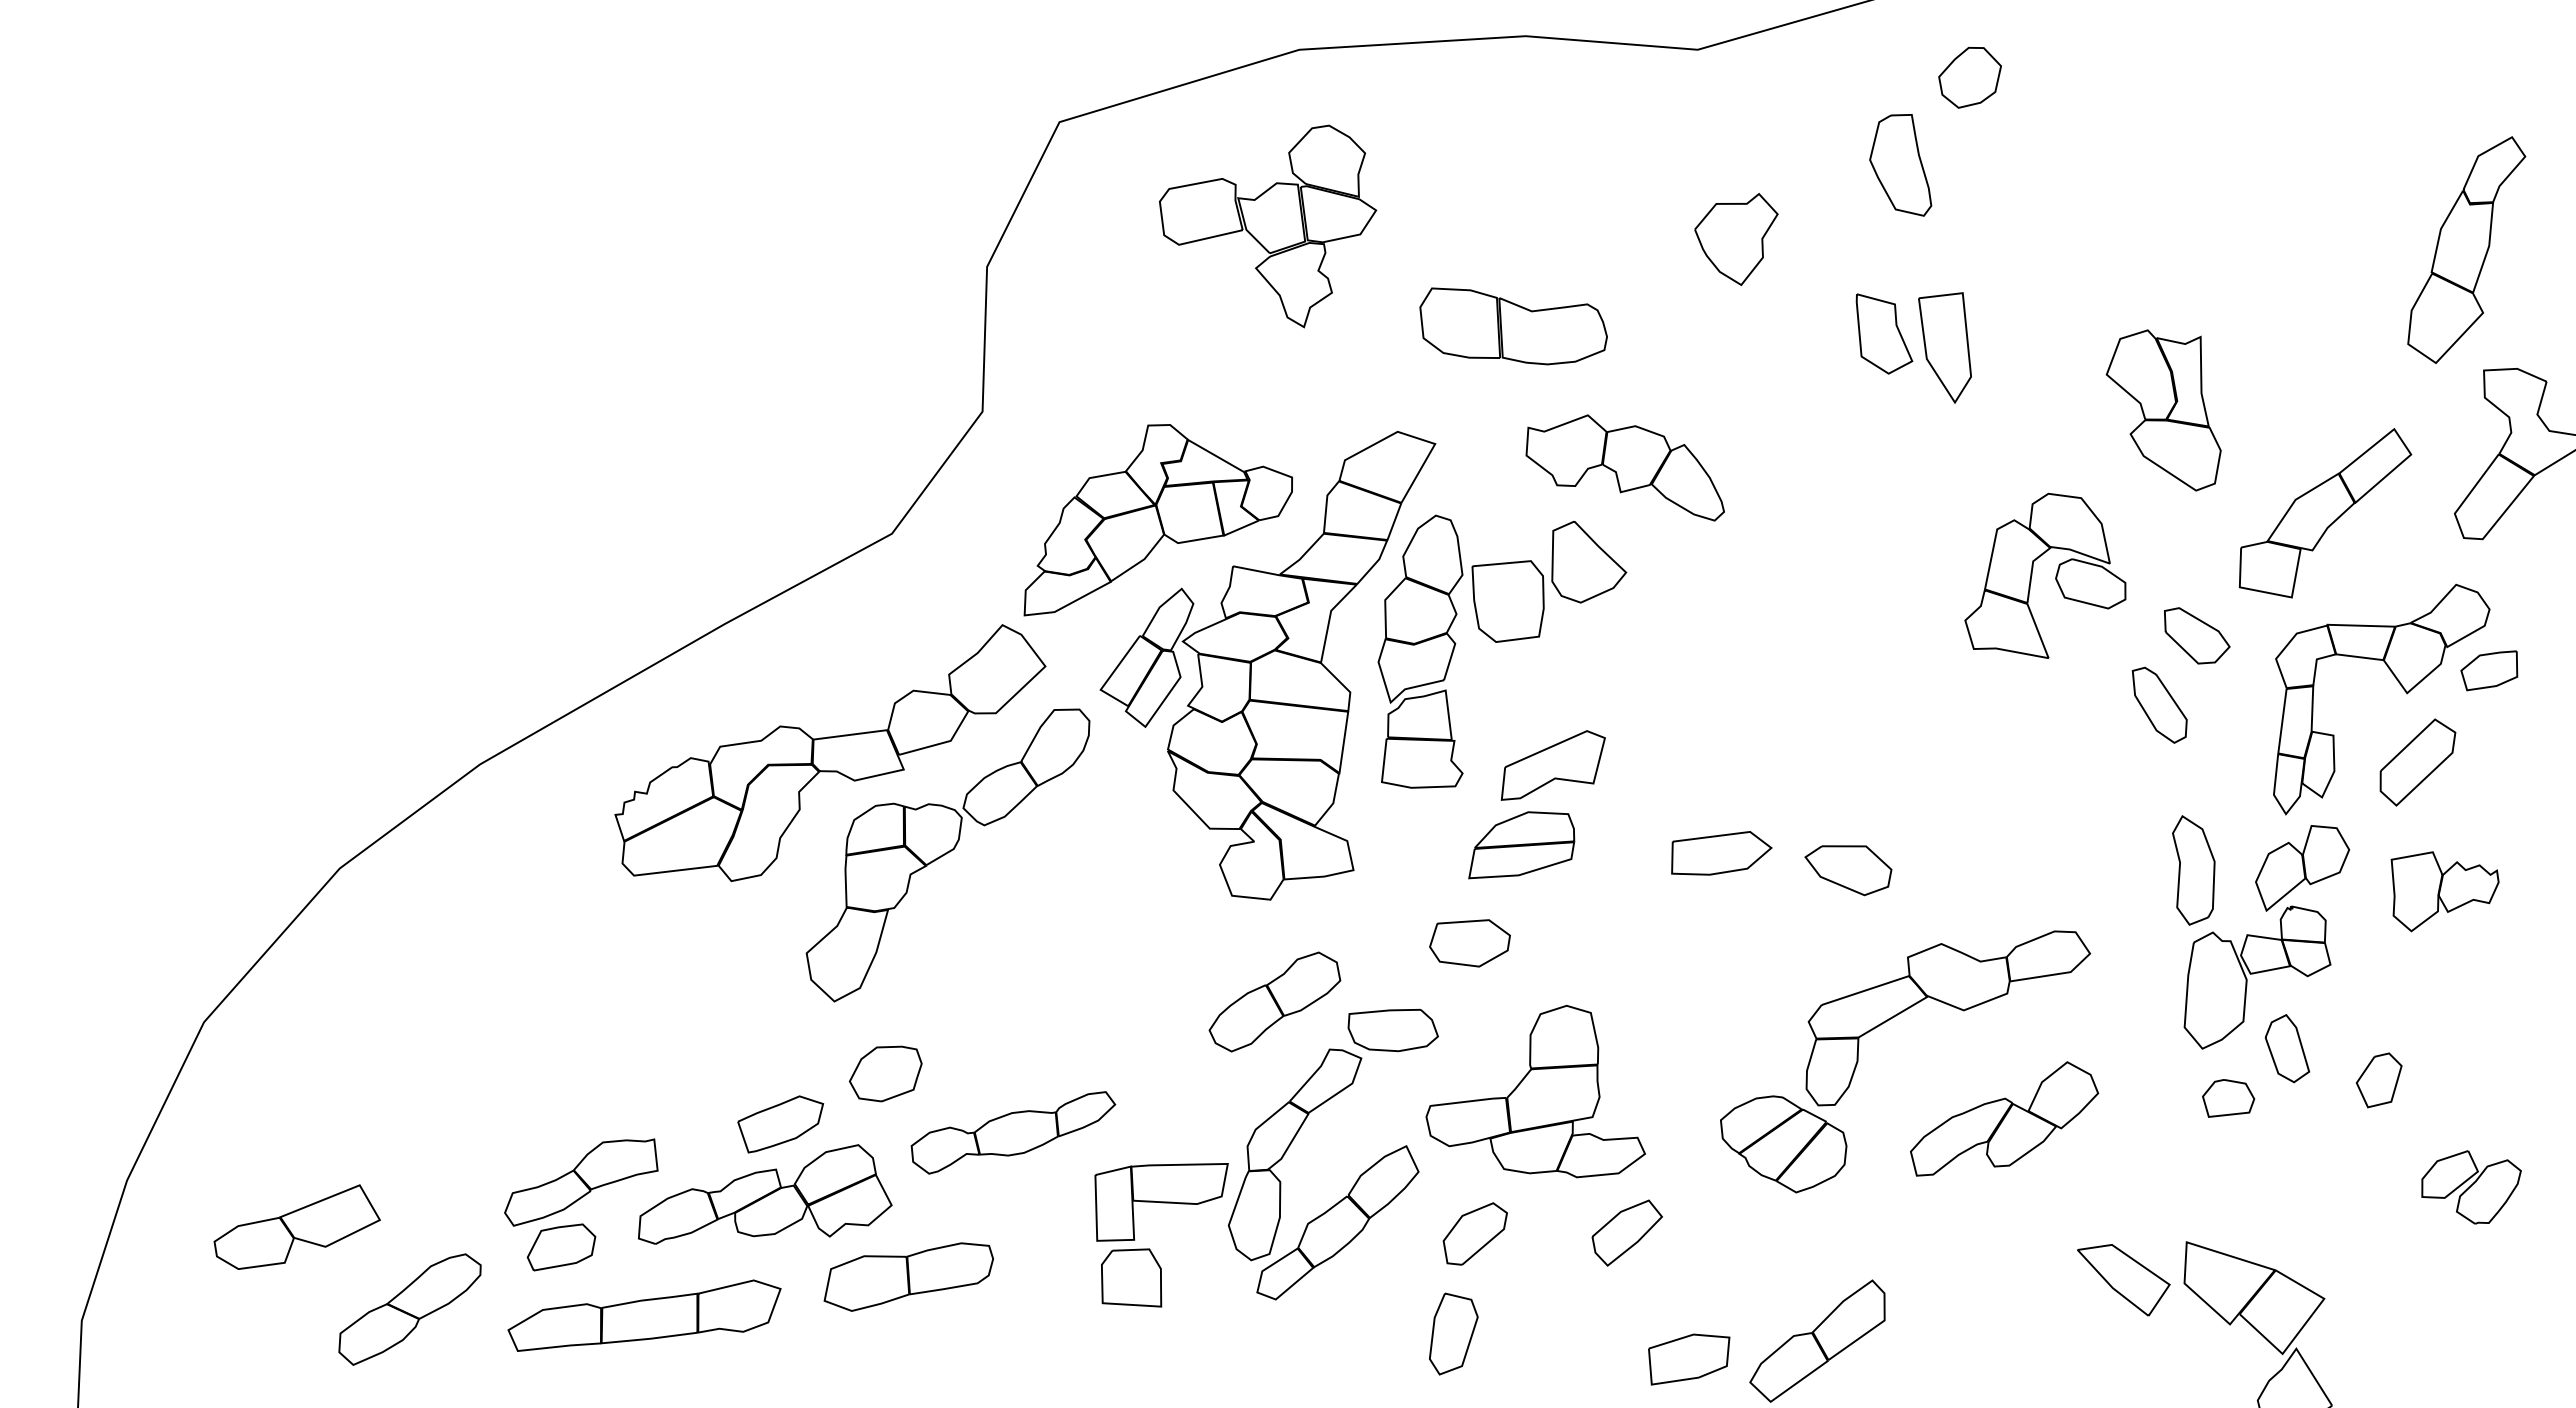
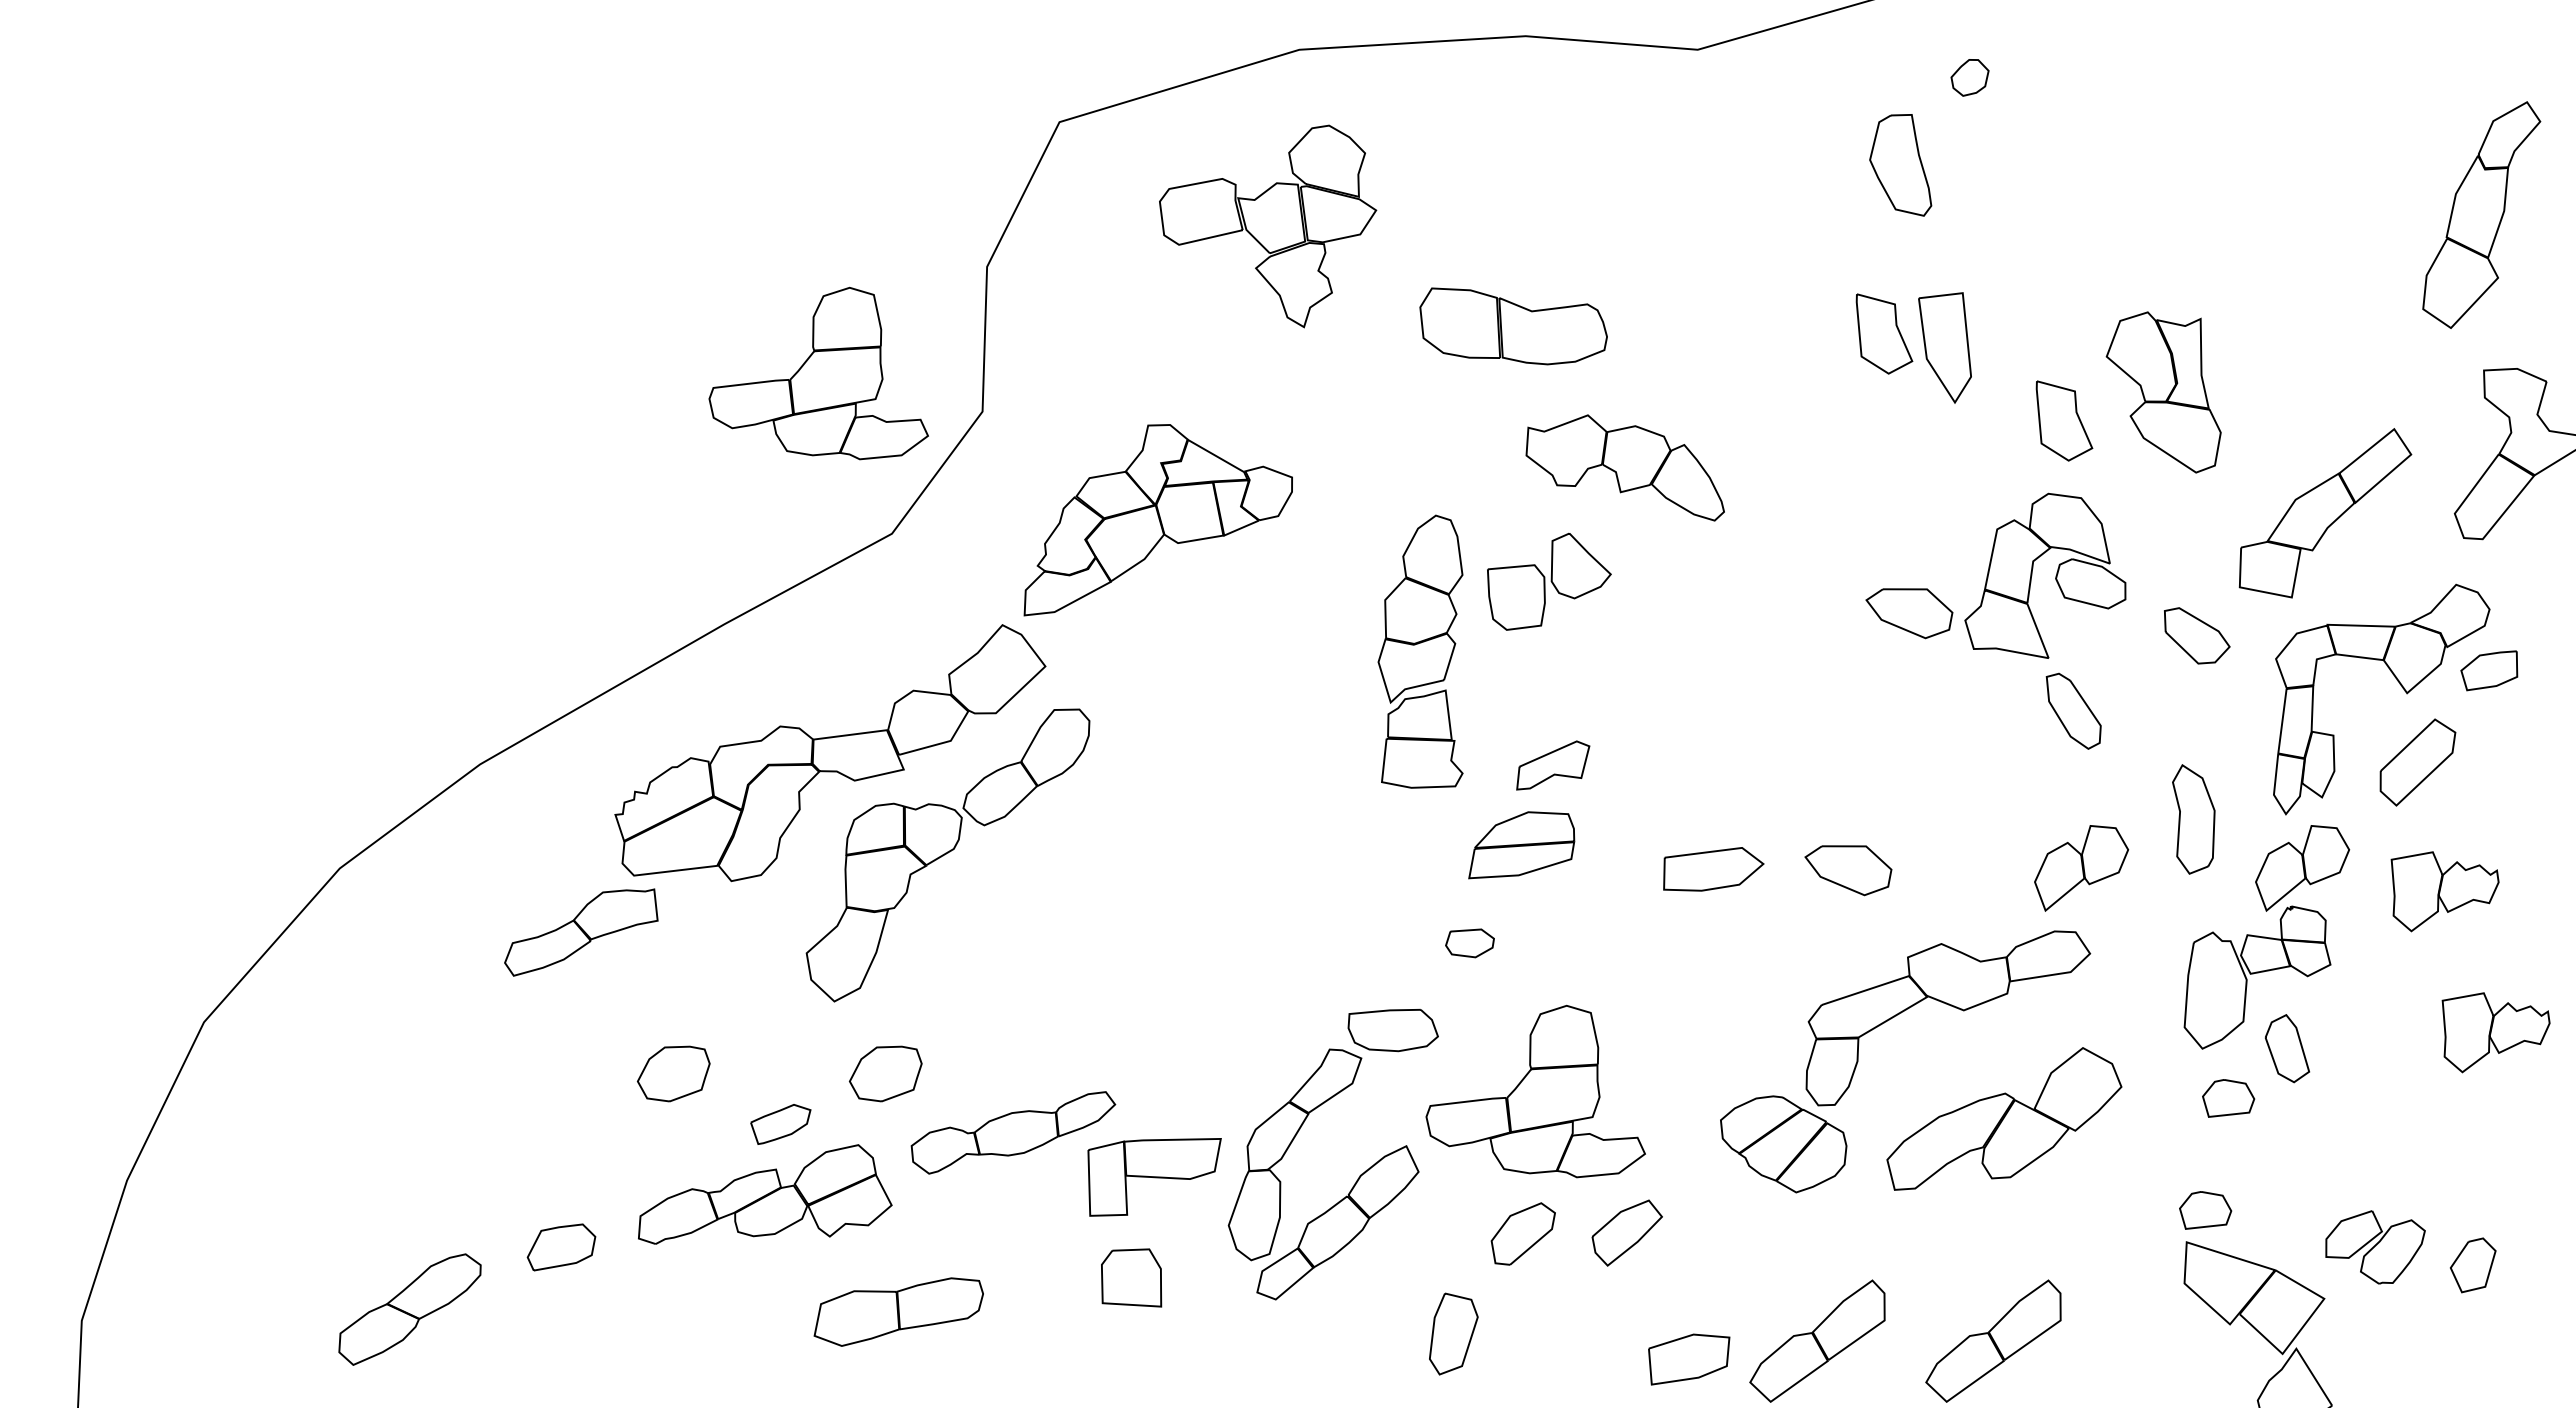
part at (1969, 77) size: 64x62 px -> 40x38 px
part at (1736, 239): present -> none
part at (2466, 249) position: (2466, 249) -> (2481, 214)
part at (818, 373): none -> present
part at (2163, 410) position: (2163, 410) -> (2163, 392)
part at (2064, 420): none -> present
part at (1549, 581) size: 157x123 px -> 125x99 px
part at (1909, 613): none -> present
part at (1267, 665): present -> none
part at (2159, 704) position: (2159, 704) -> (2073, 710)
part at (1552, 765) size: 106x71 px -> 75x51 px
part at (1721, 853) position: (1721, 853) -> (1713, 869)
part at (2081, 868): none -> present
part at (2193, 870) position: (2193, 870) -> (2193, 819)
part at (1469, 943) size: 82x49 px -> 50x31 px
part at (1274, 1001): present -> none
part at (2495, 1032): none -> present
part at (673, 1073): none -> present
part at (2378, 1080) position: (2378, 1080) -> (2472, 1265)
part at (2004, 1118) size: 190x116 px -> 237x144 px
part at (780, 1124) size: 88x59 px -> 62x41 px
part at (581, 1182) position: (581, 1182) -> (581, 932)
part at (2471, 1187) position: (2471, 1187) -> (2375, 1247)
part at (1161, 1202) position: (1161, 1202) -> (1154, 1177)
part at (2205, 1210): none -> present
part at (296, 1226): present -> none
part at (1474, 1233) position: (1474, 1233) -> (1522, 1233)
part at (908, 1276) position: (908, 1276) -> (898, 1311)
part at (2123, 1280): present -> none
part at (644, 1315): present -> none
part at (1993, 1340): none -> present
